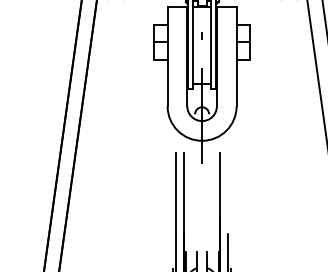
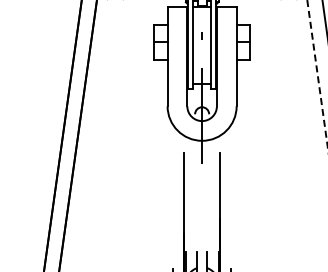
line at (317, 74): solid -> dashed
line at (176, 210): present -> none
line at (227, 251): present -> none
